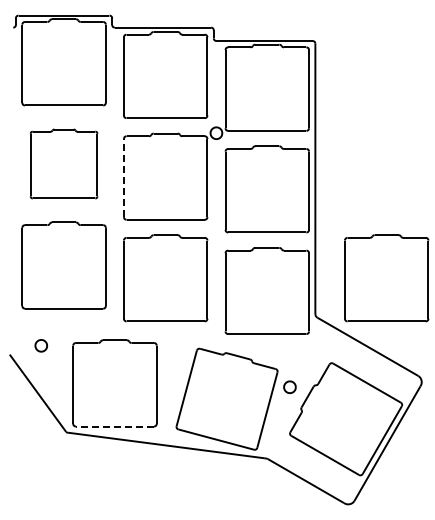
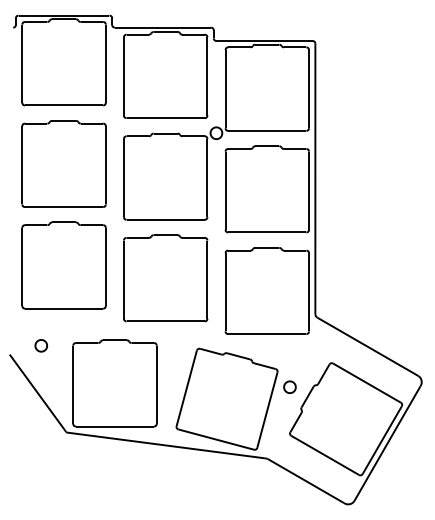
part at (63, 163) size: 70x72 px -> 86x88 px
line at (123, 177): dashed -> solid
part at (386, 278): present -> none
line at (114, 426): dashed -> solid
